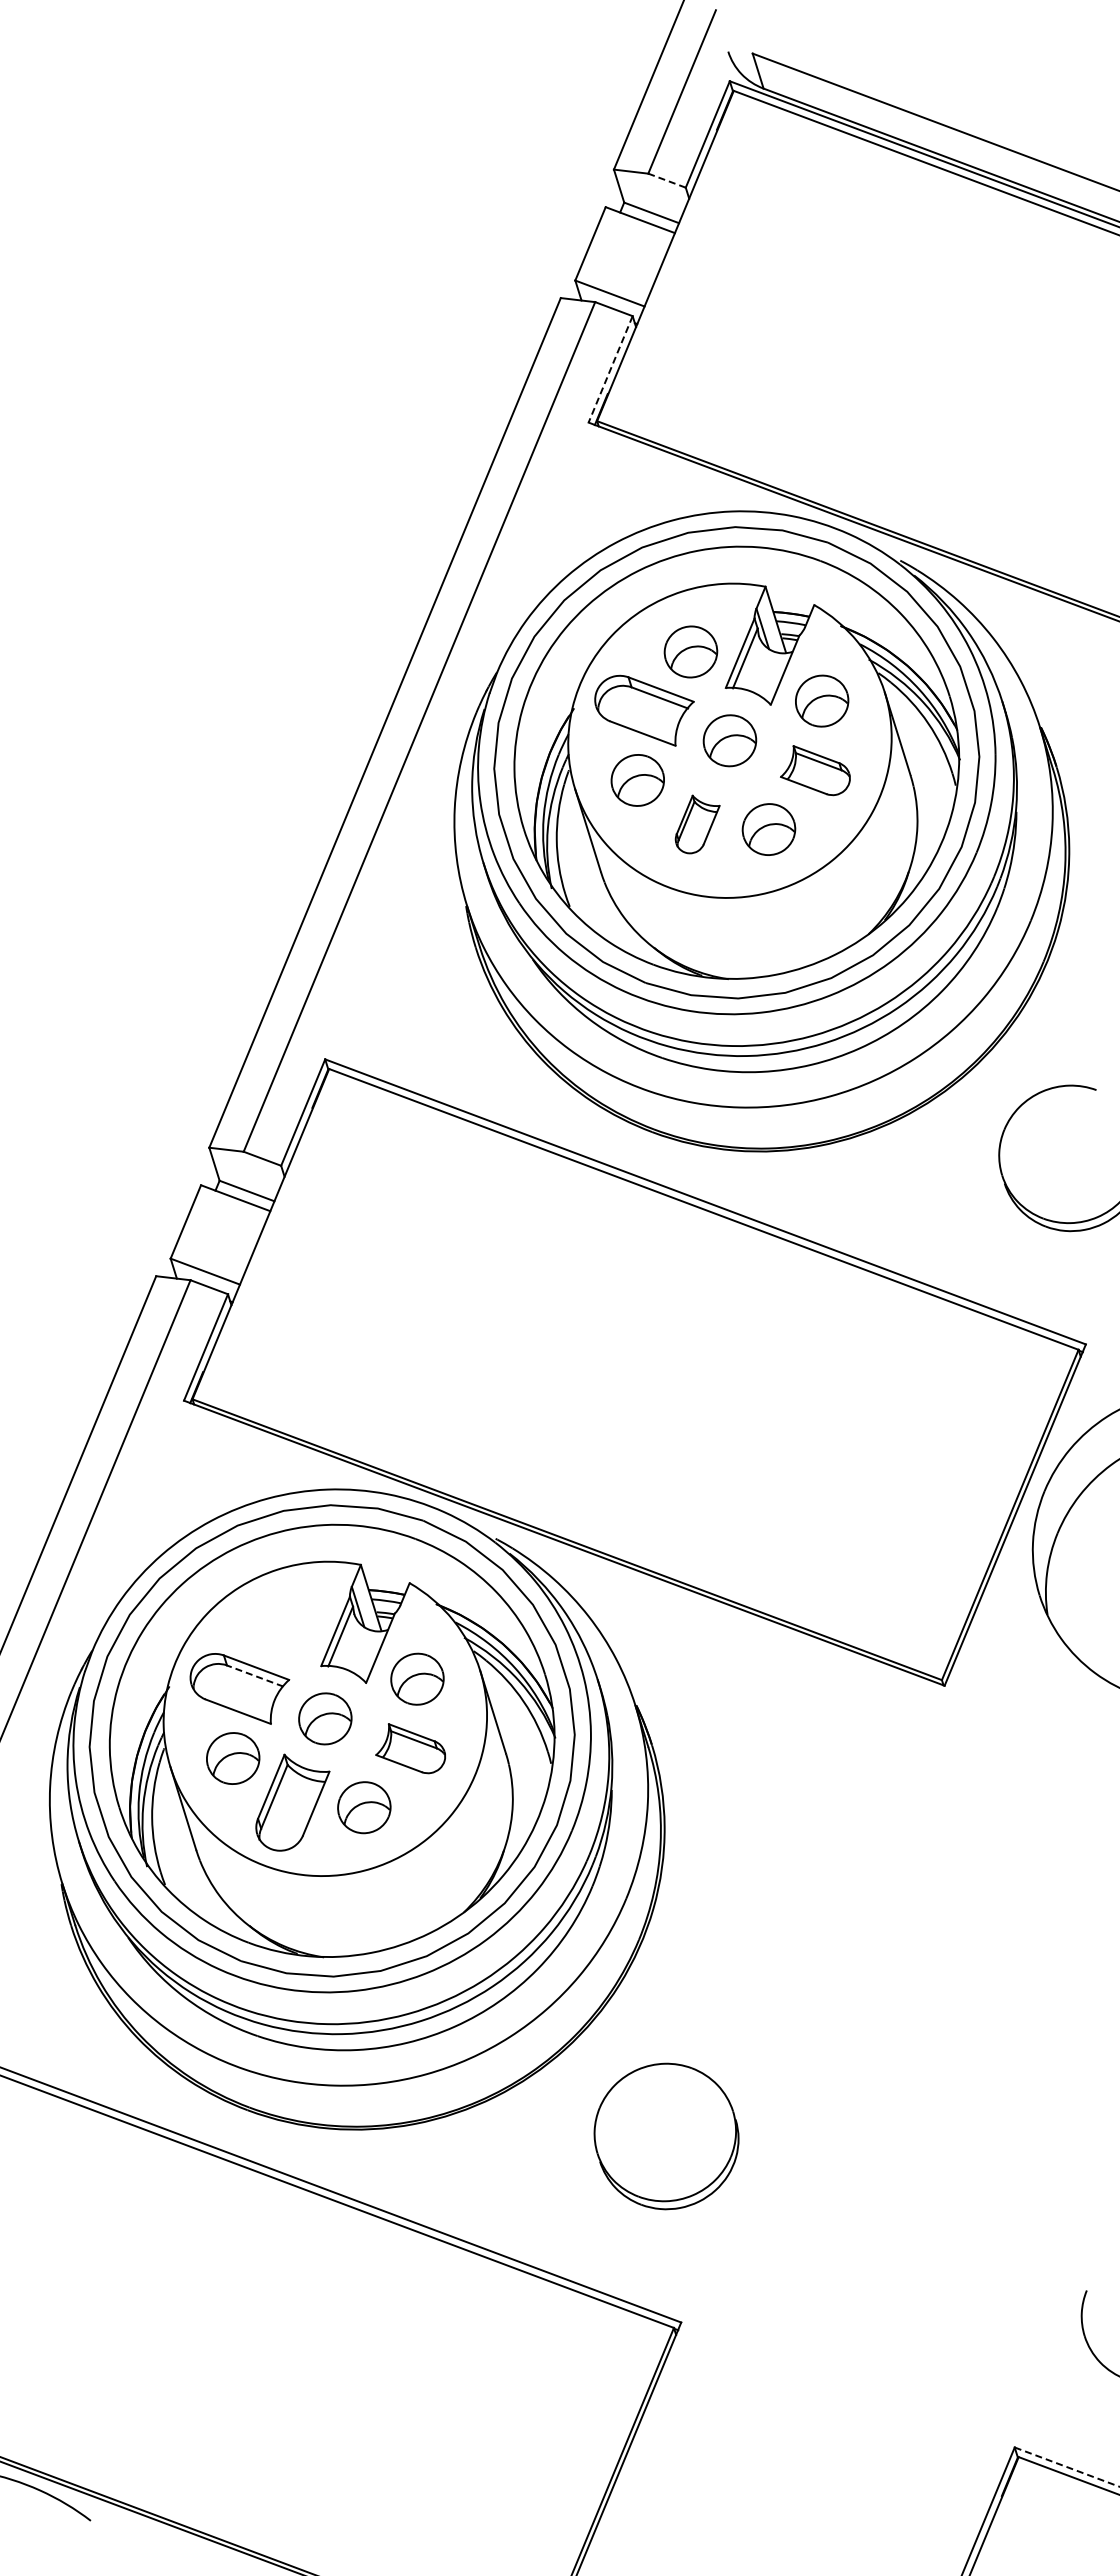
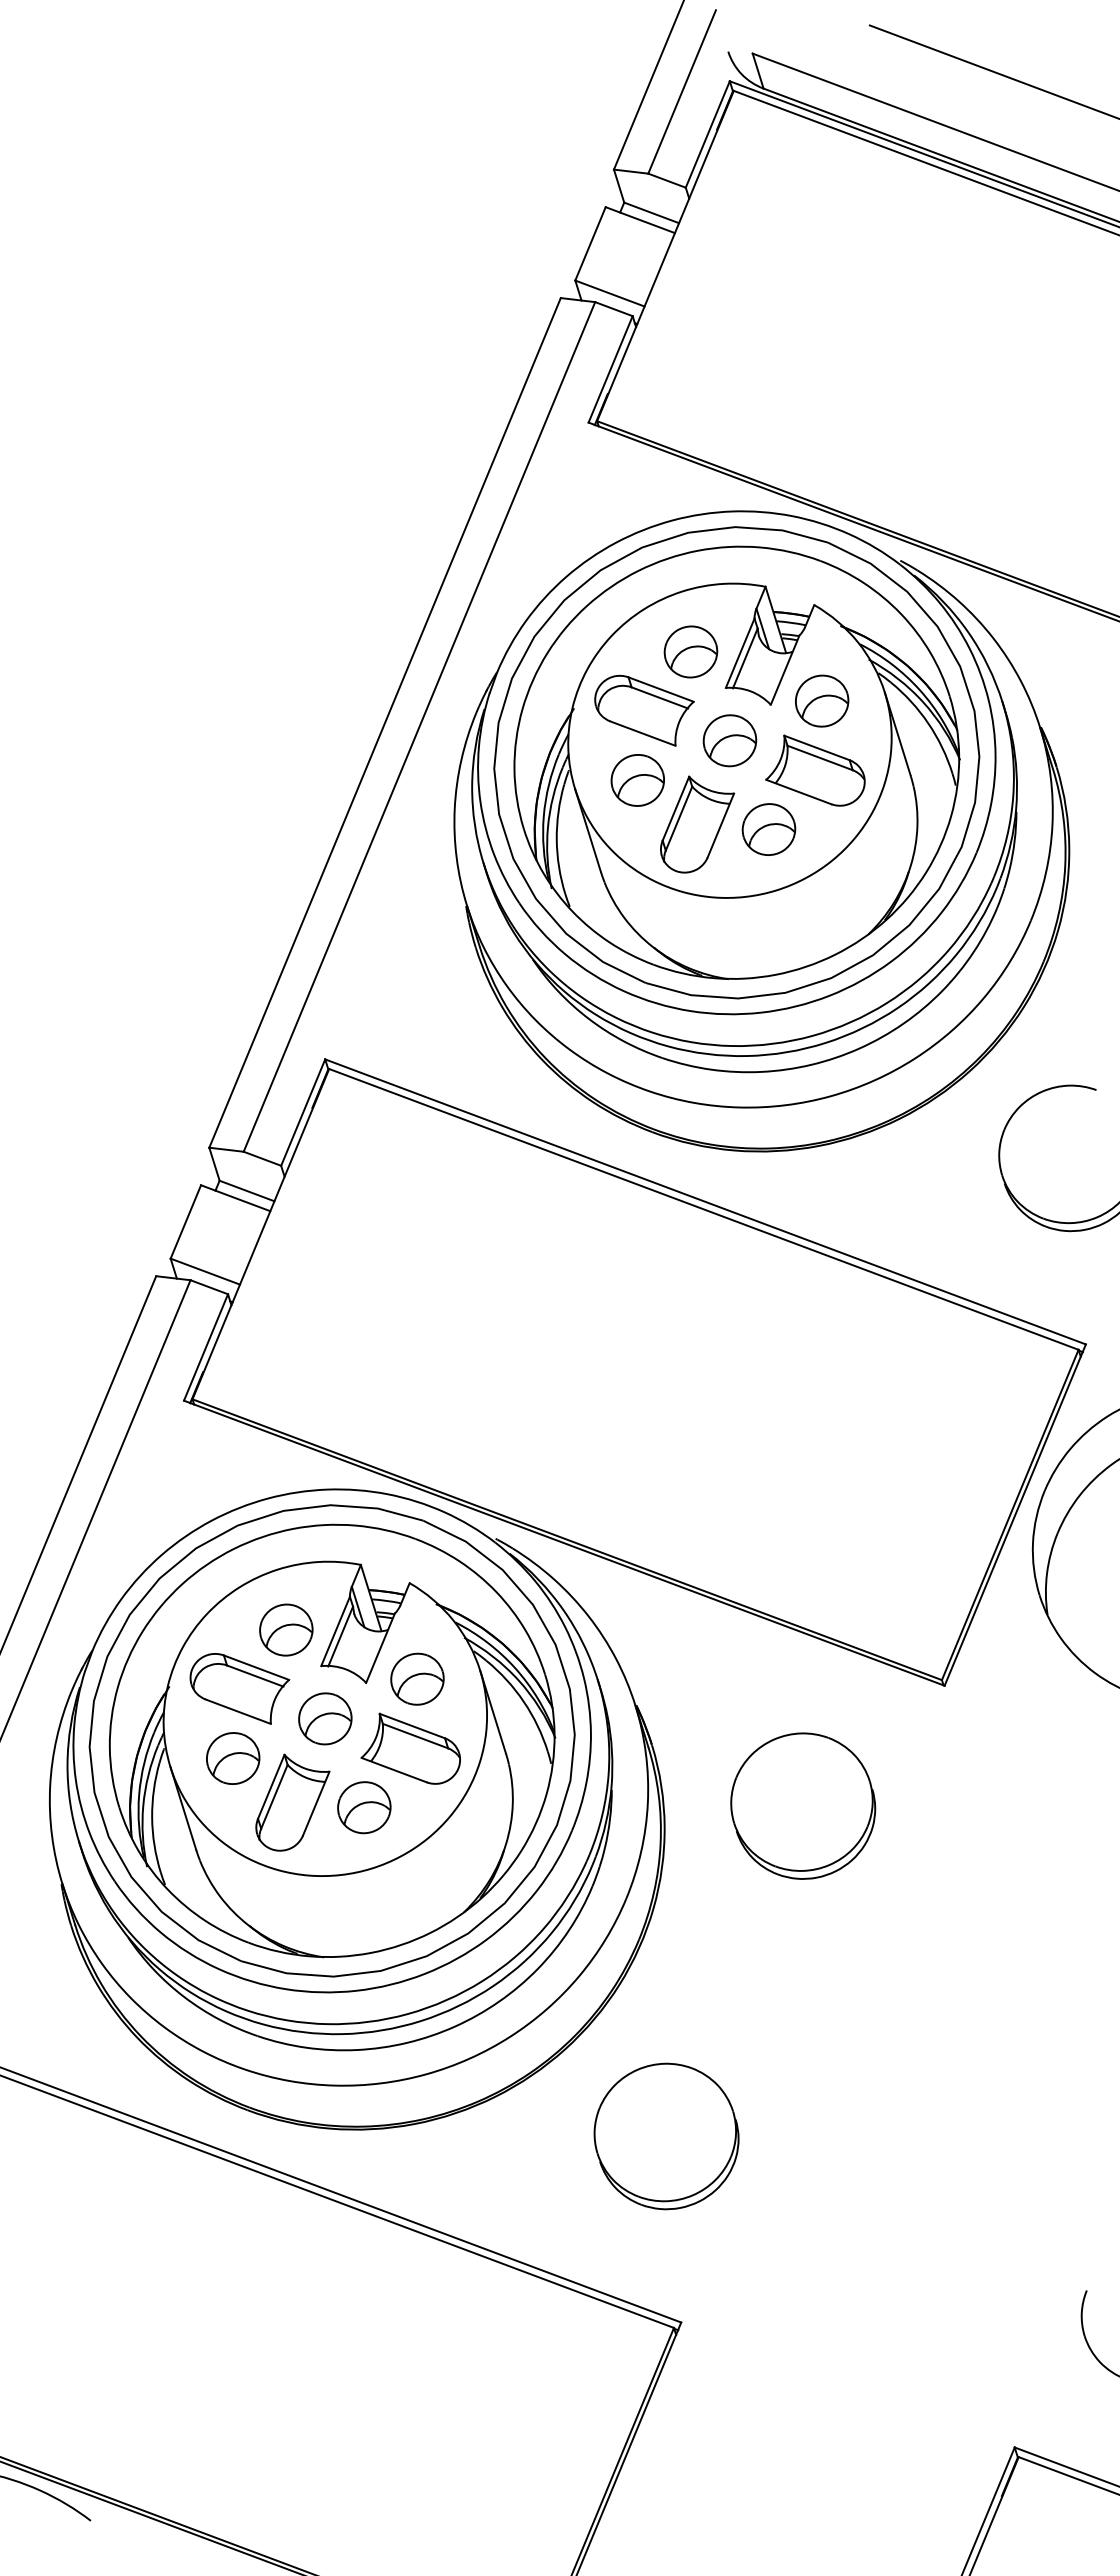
line at (992, 71): none -> present
line at (666, 180): dashed -> solid
line at (610, 369): dashed -> solid
part at (815, 770) size: 71x52 px -> 101x73 px
part at (697, 824) size: 47x61 px -> 76x99 px
part at (286, 1629): none -> present
line at (254, 1675): dashed -> solid
part at (410, 1748) size: 71x52 px -> 101x73 px
part at (803, 1805): none -> present
line at (1067, 2467): dashed -> solid
